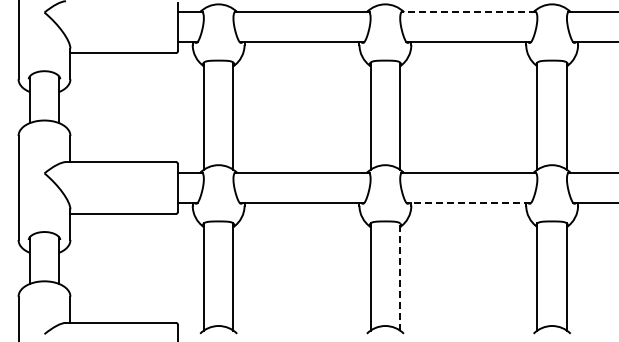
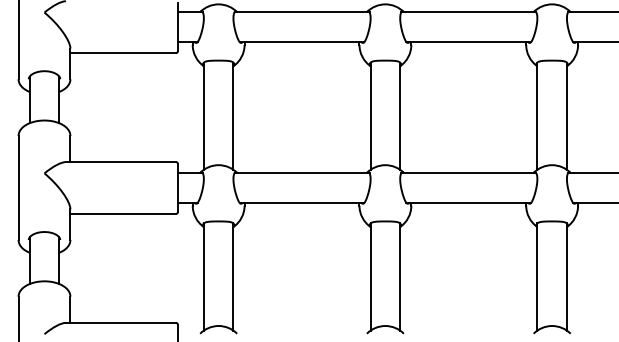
line at (468, 12): dashed -> solid
line at (468, 202): dashed -> solid
line at (400, 277): dashed -> solid
